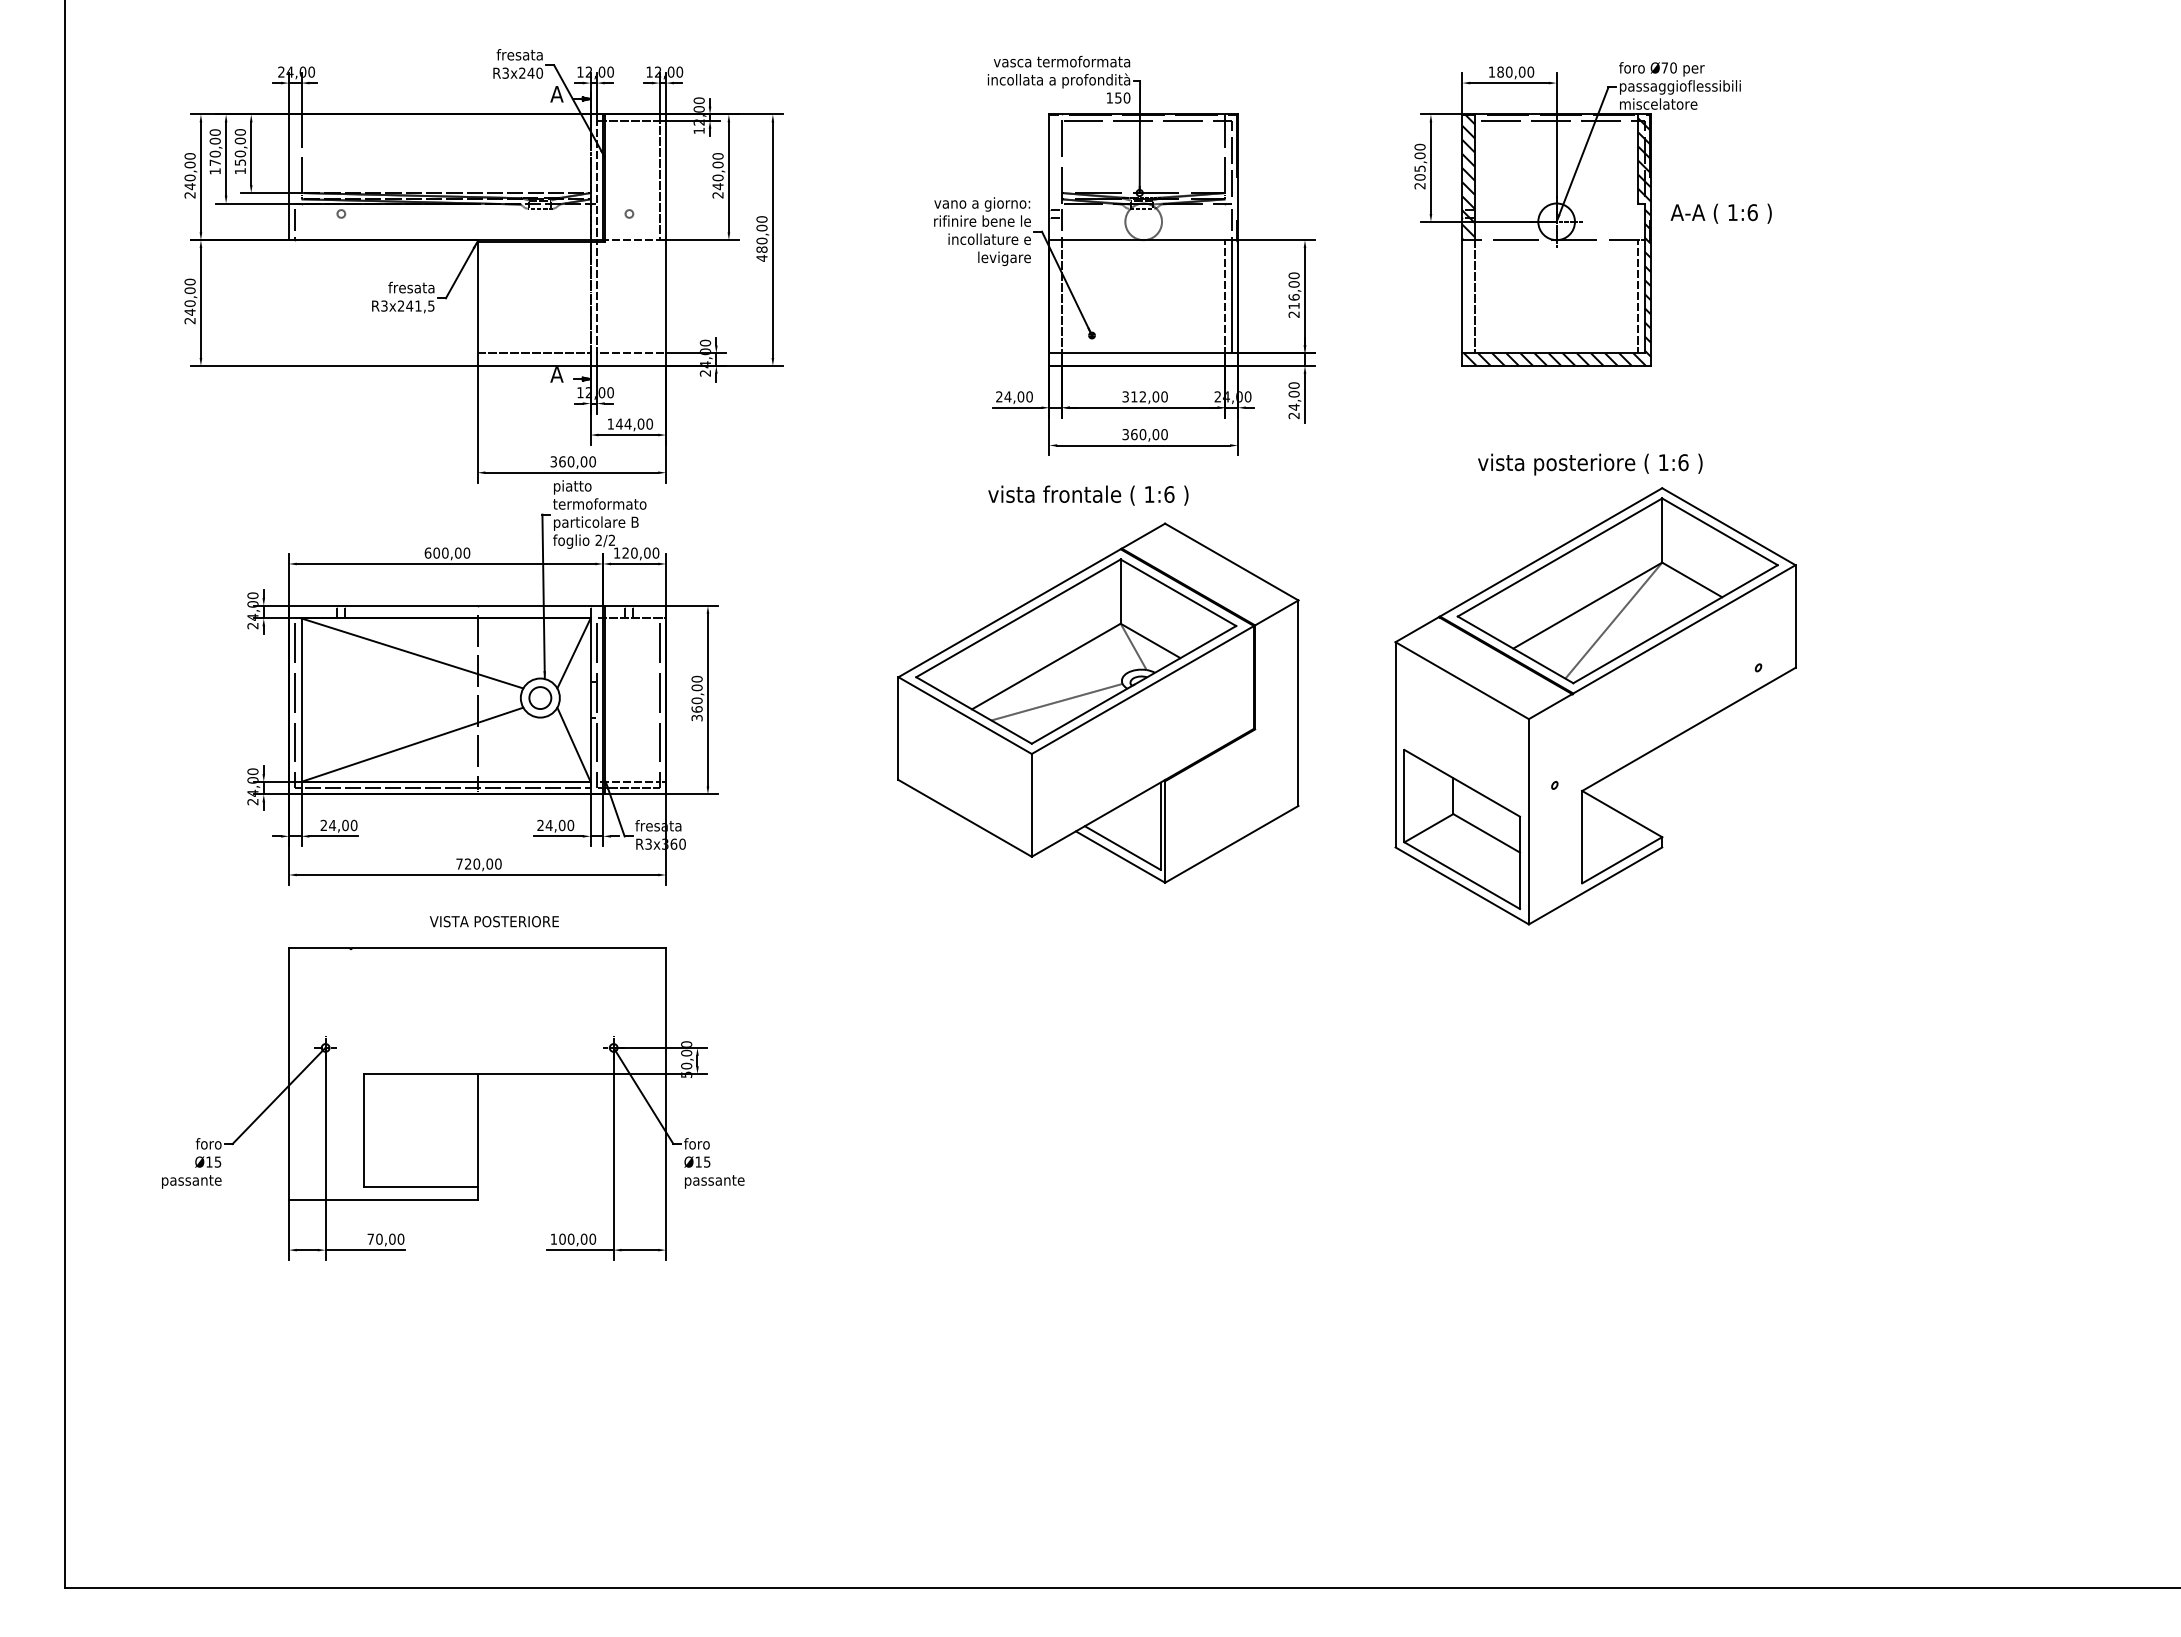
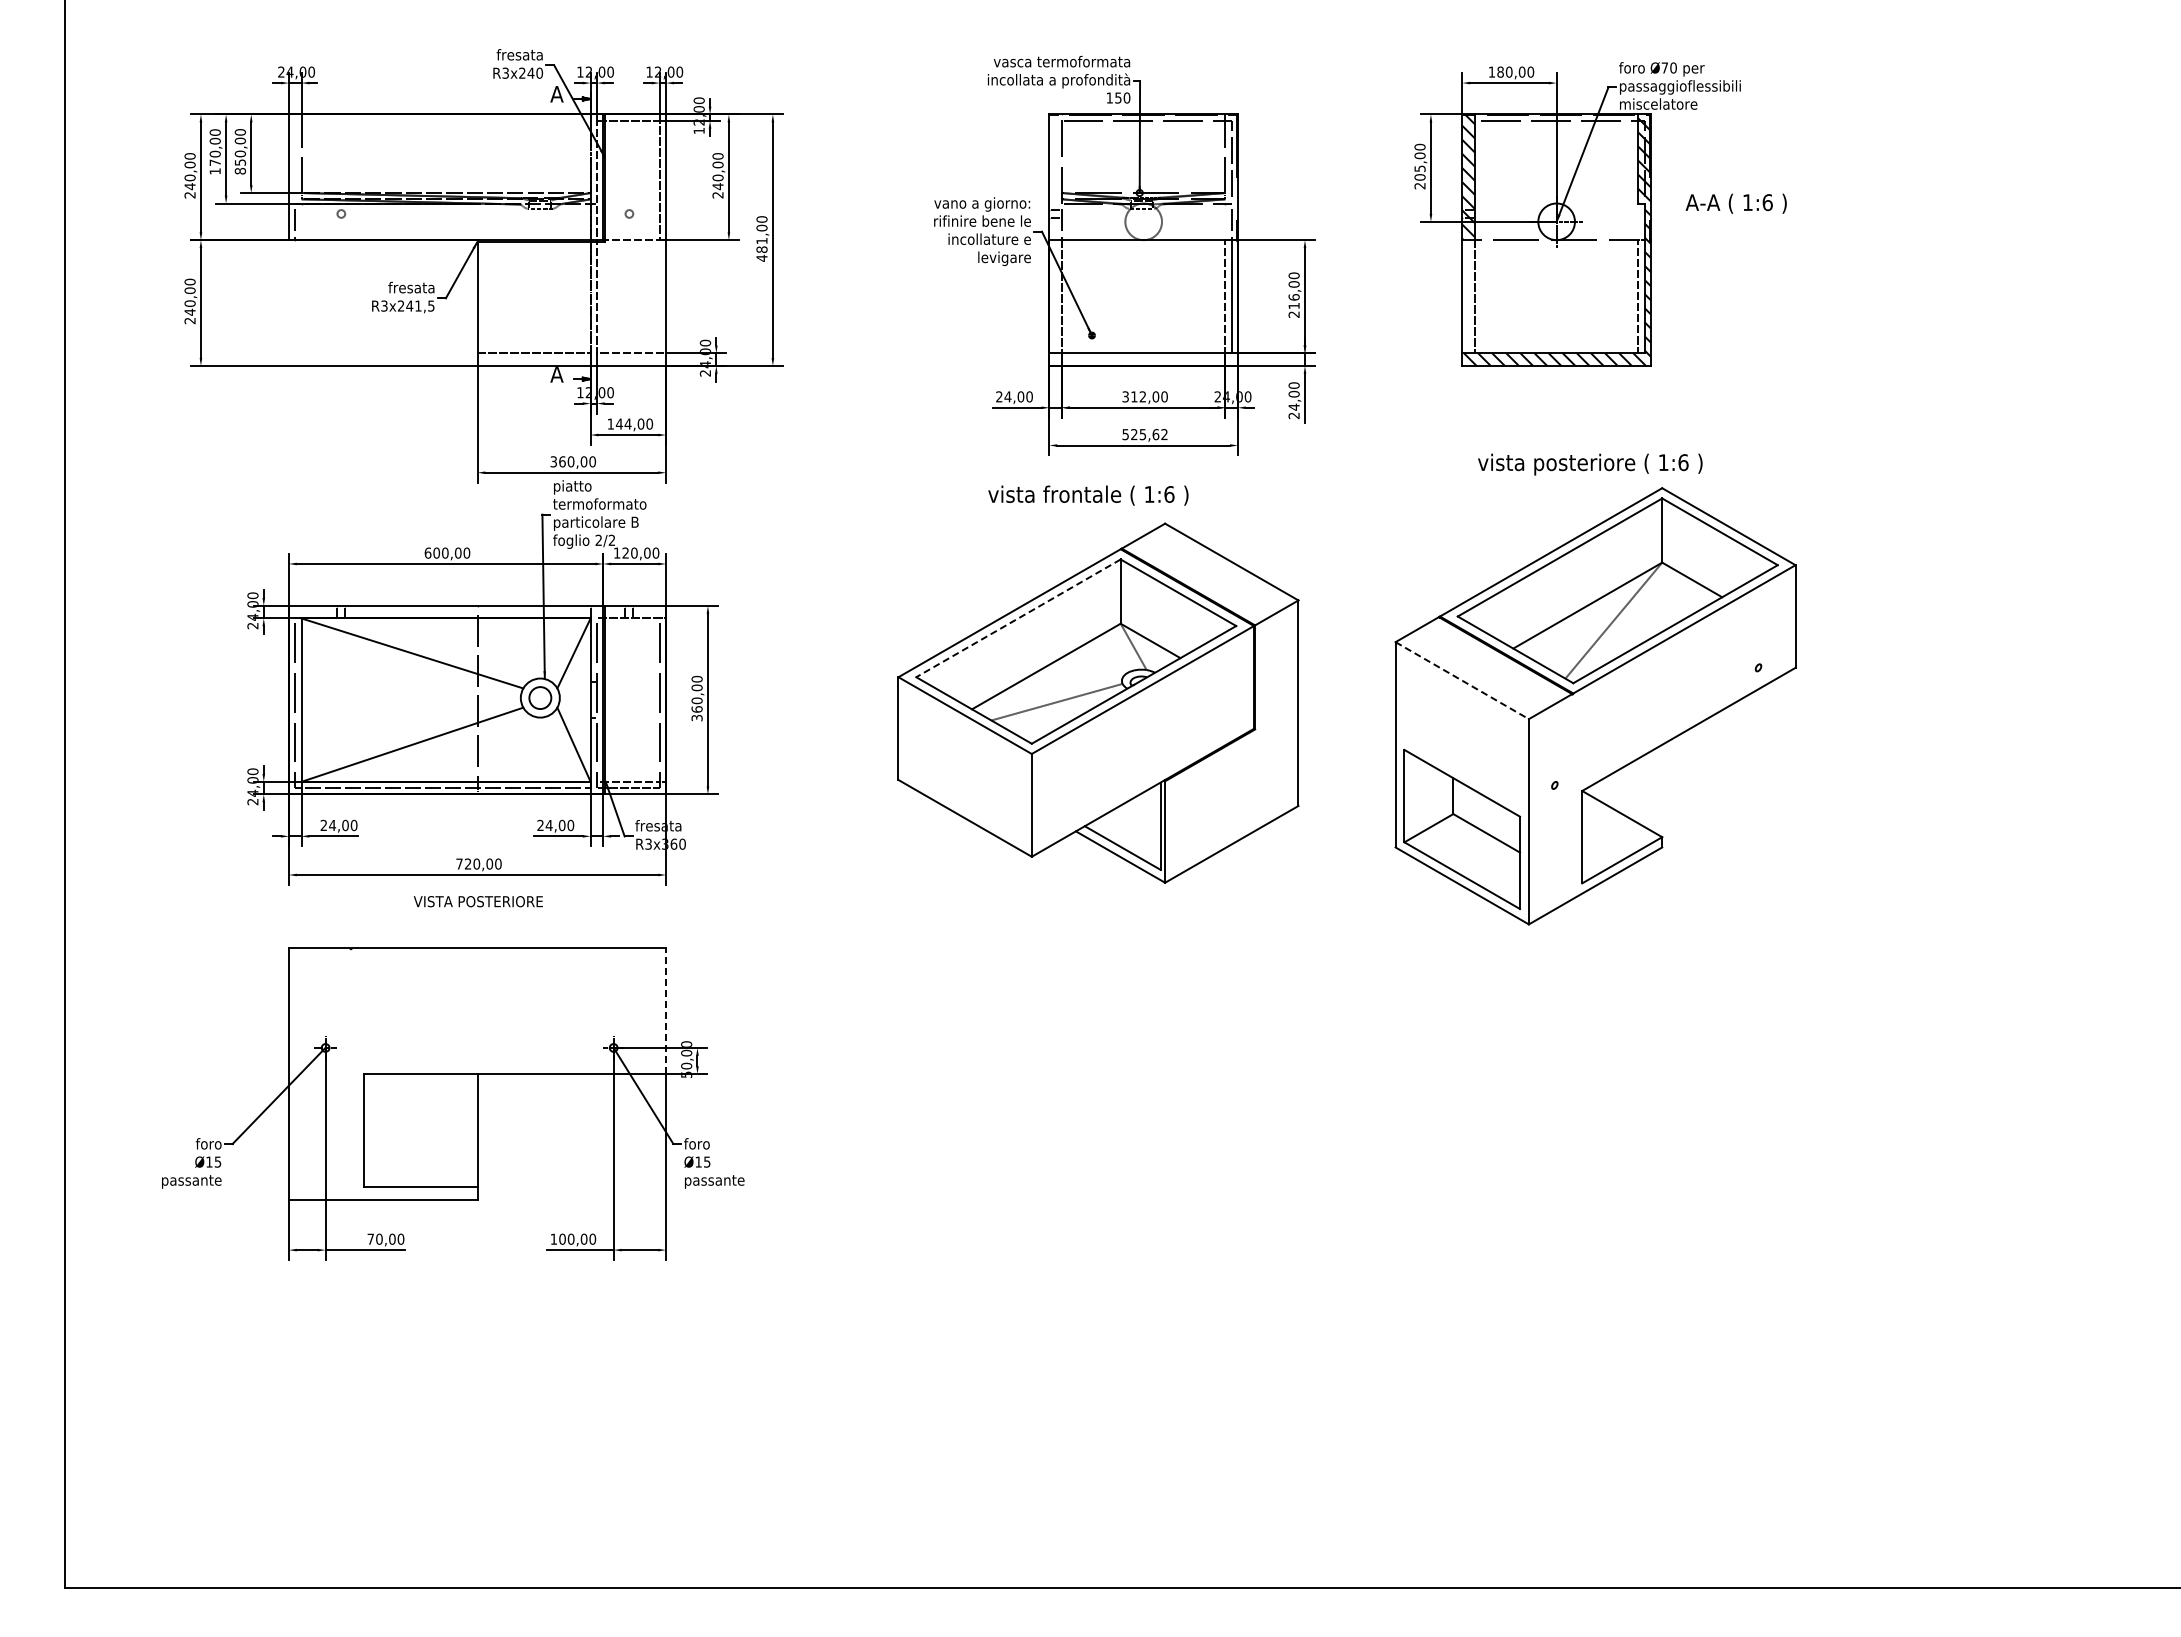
text at (239, 170): 150,00 -> 850,00
text at (1720, 213) position: (1720, 213) -> (1735, 203)
text at (761, 240): 480,00 -> 481,00
text at (1144, 434): 360,00 -> 525,62
line at (1018, 618): solid -> dashed
line at (1462, 680): solid -> dashed
text at (493, 921) position: (493, 921) -> (477, 901)
line at (666, 1011): solid -> dashed
